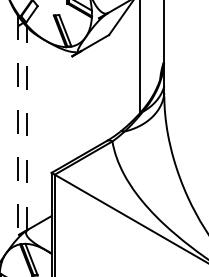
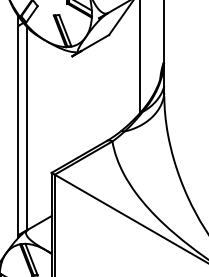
line at (18, 127): dashed -> solid
line at (26, 128): dashed -> solid
